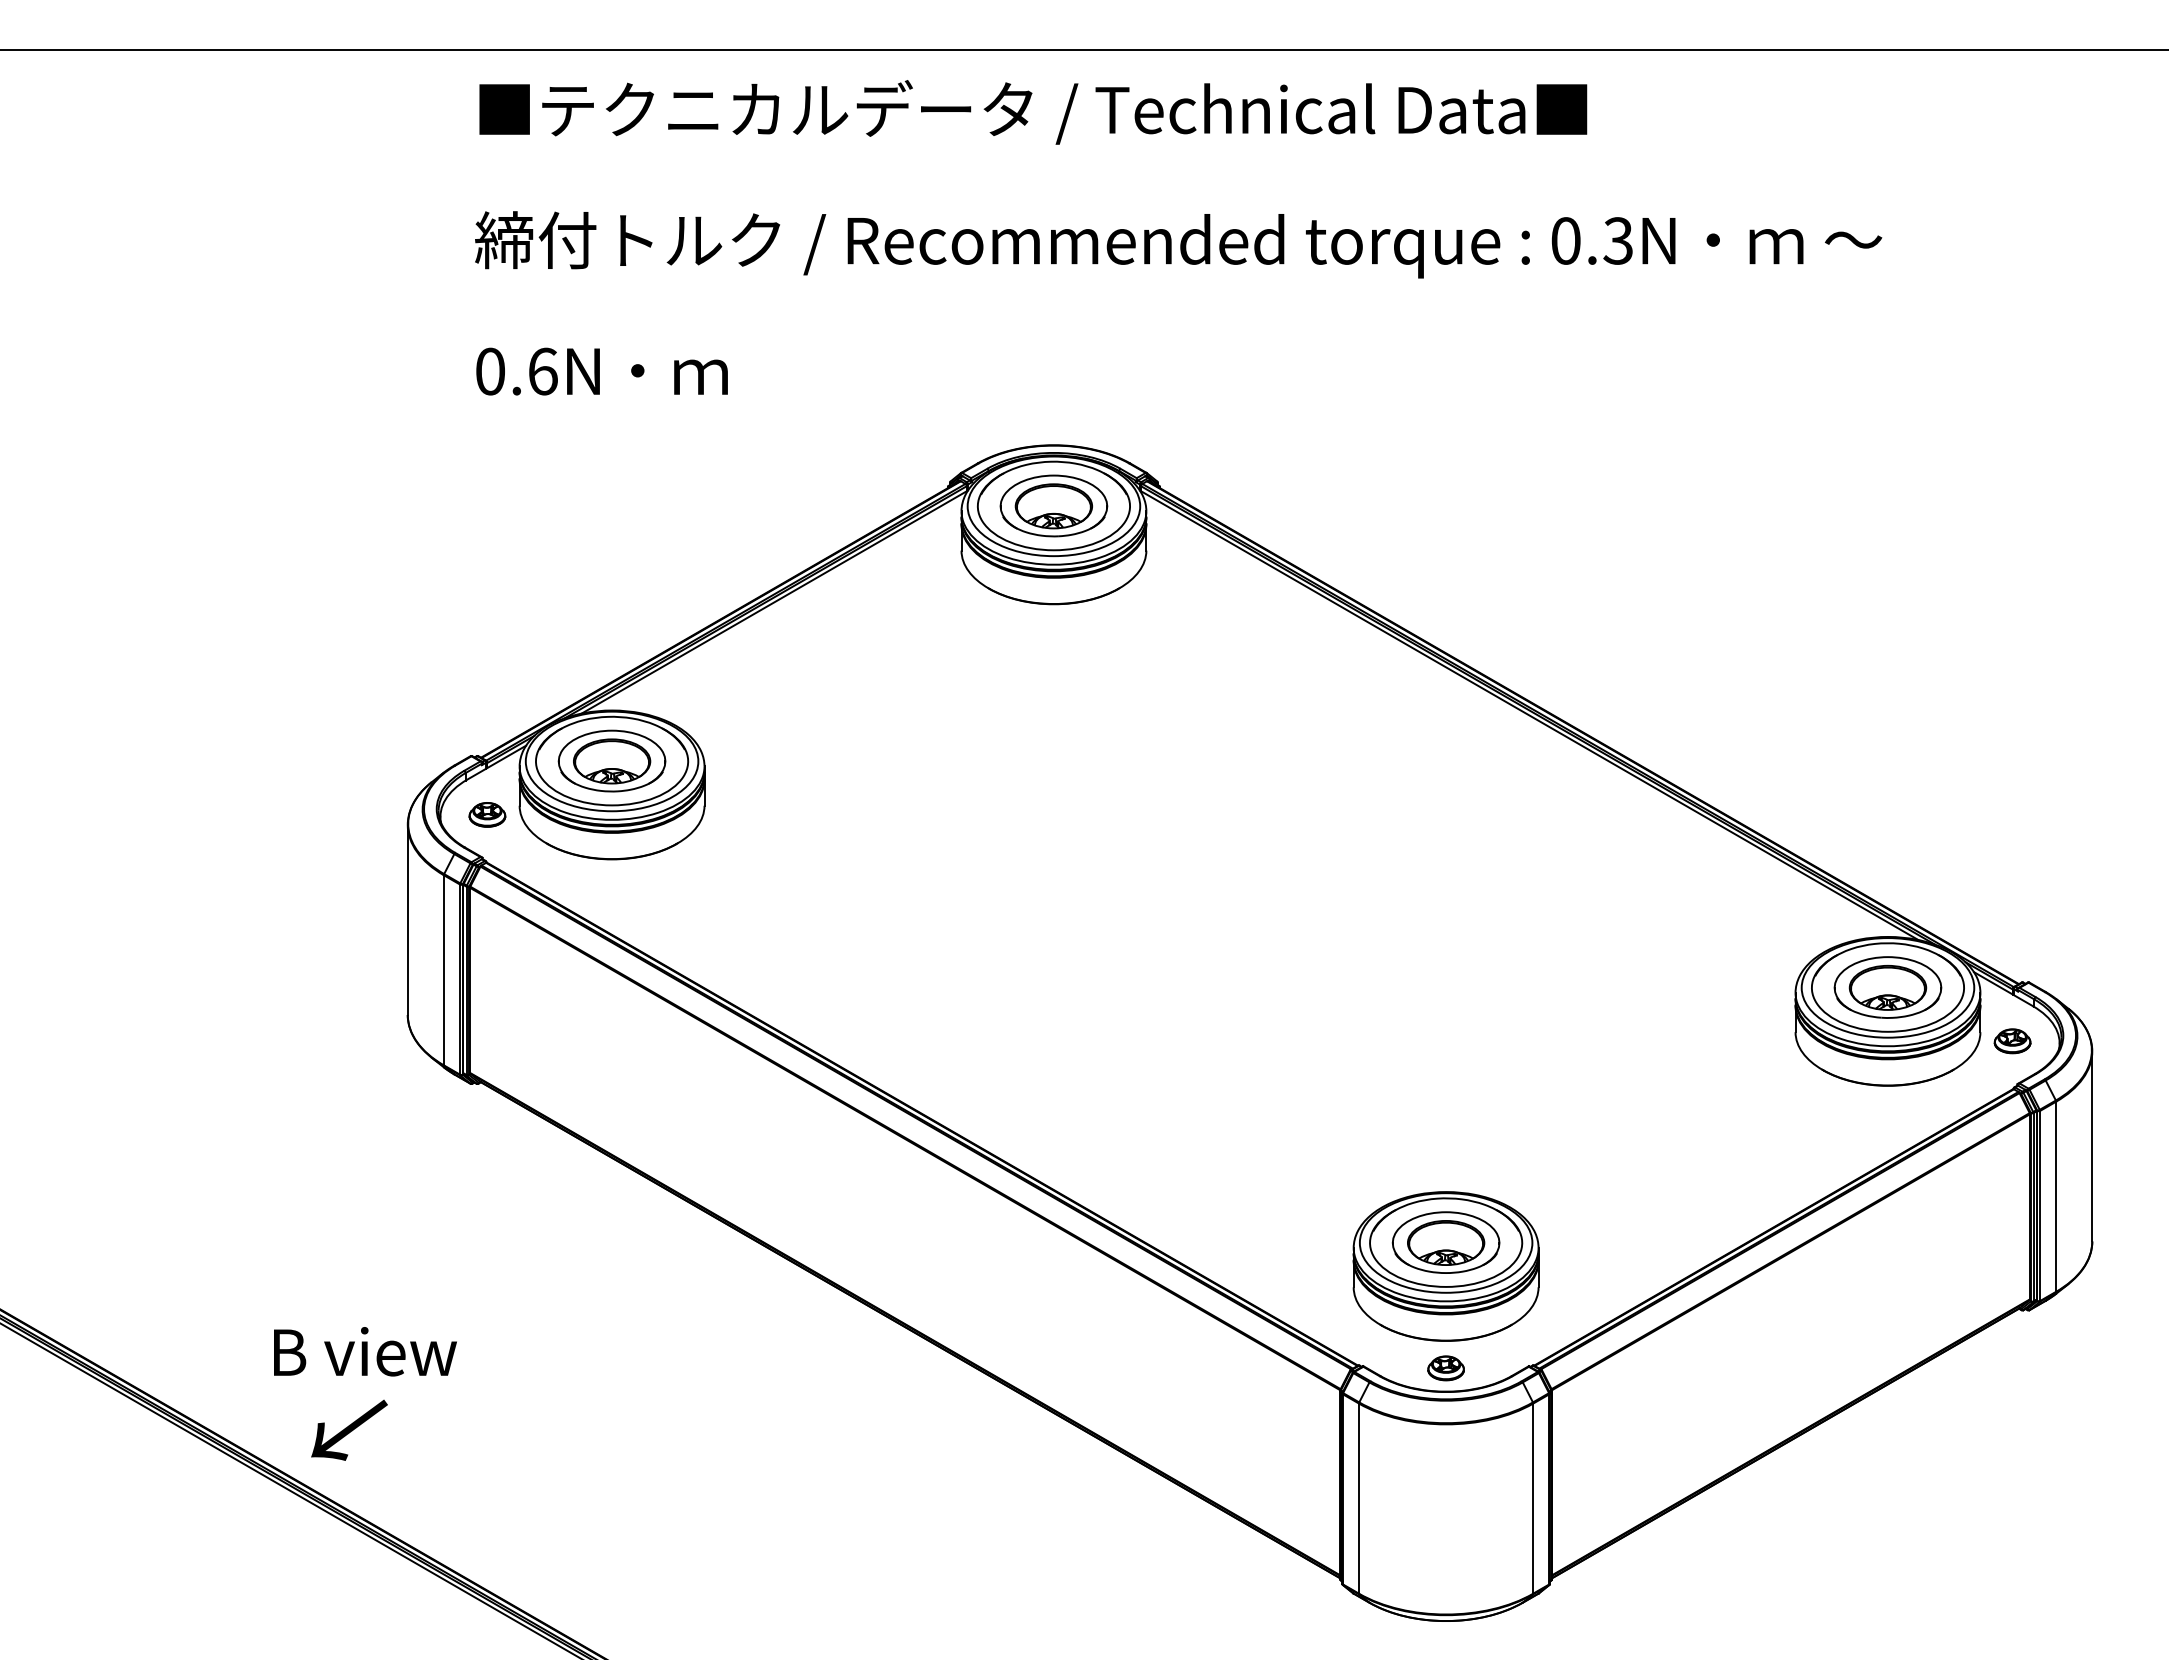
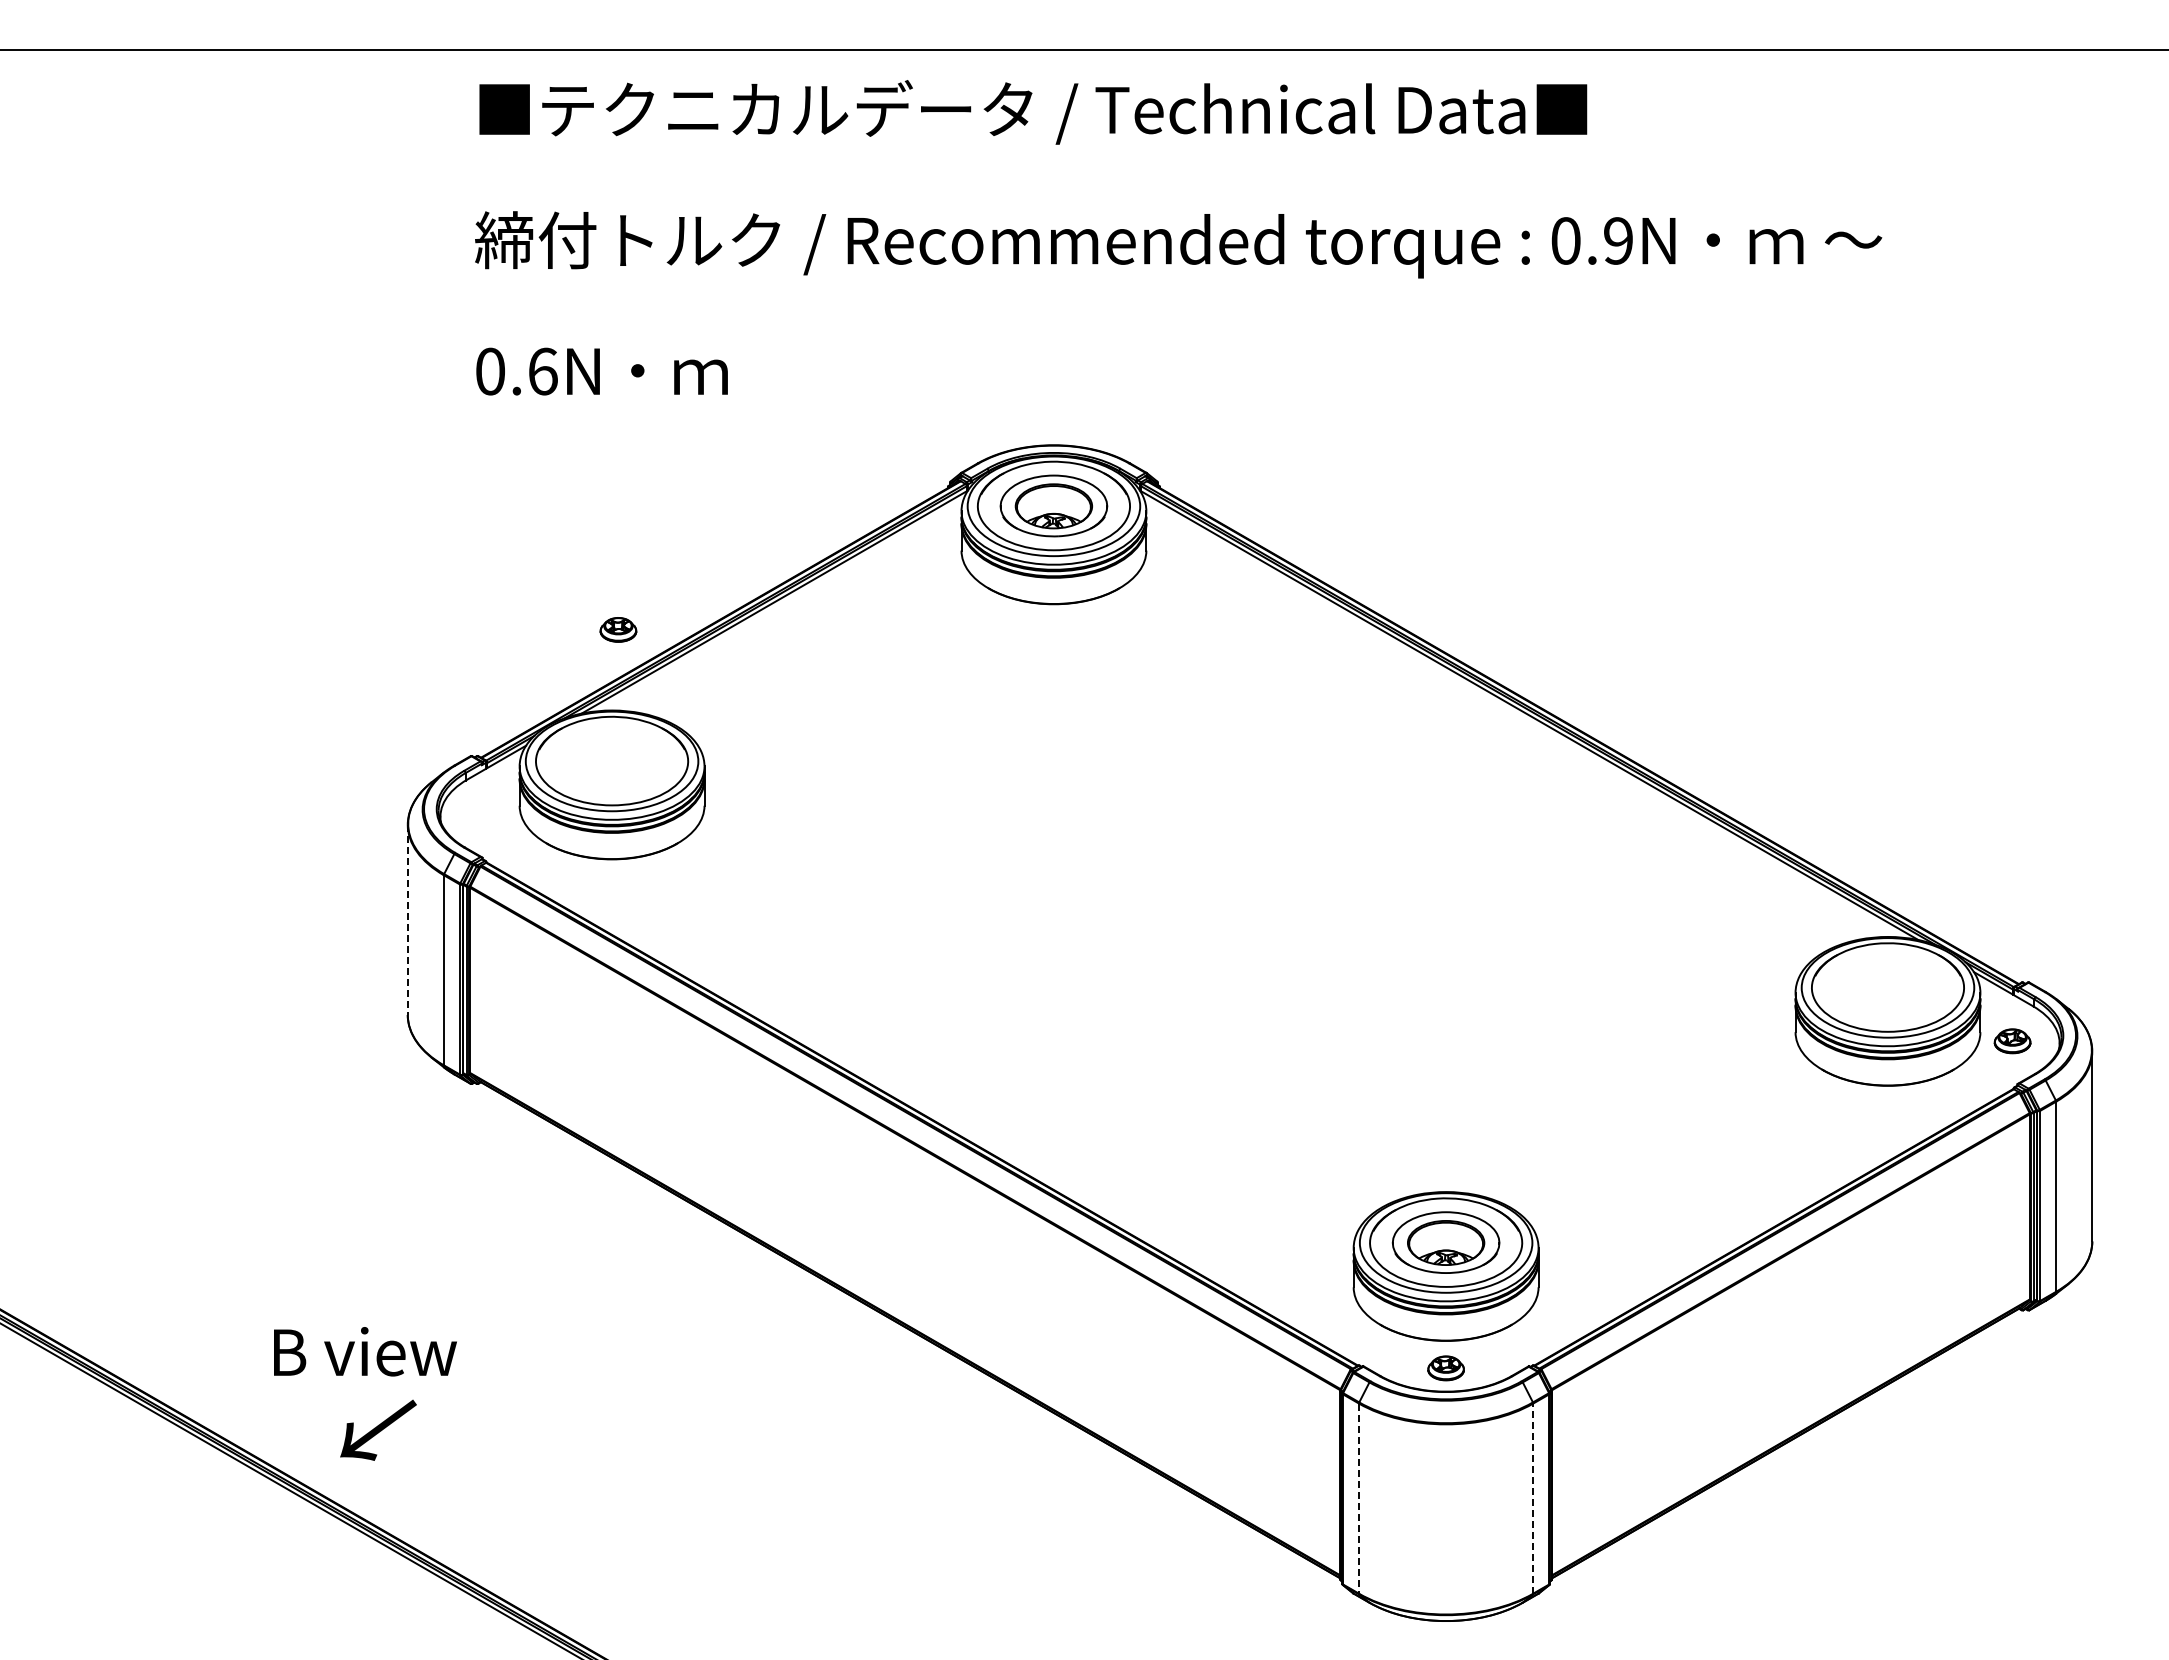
text at (1617, 240): 0.3N -> 0.9N
part at (611, 760): present -> none
part at (487, 814) position: (487, 814) -> (618, 629)
line at (407, 920): solid -> dashed
part at (1887, 987): present -> none
text at (349, 1429) position: (349, 1429) -> (378, 1429)
line at (1533, 1498): solid -> dashed
line at (1358, 1499): solid -> dashed
